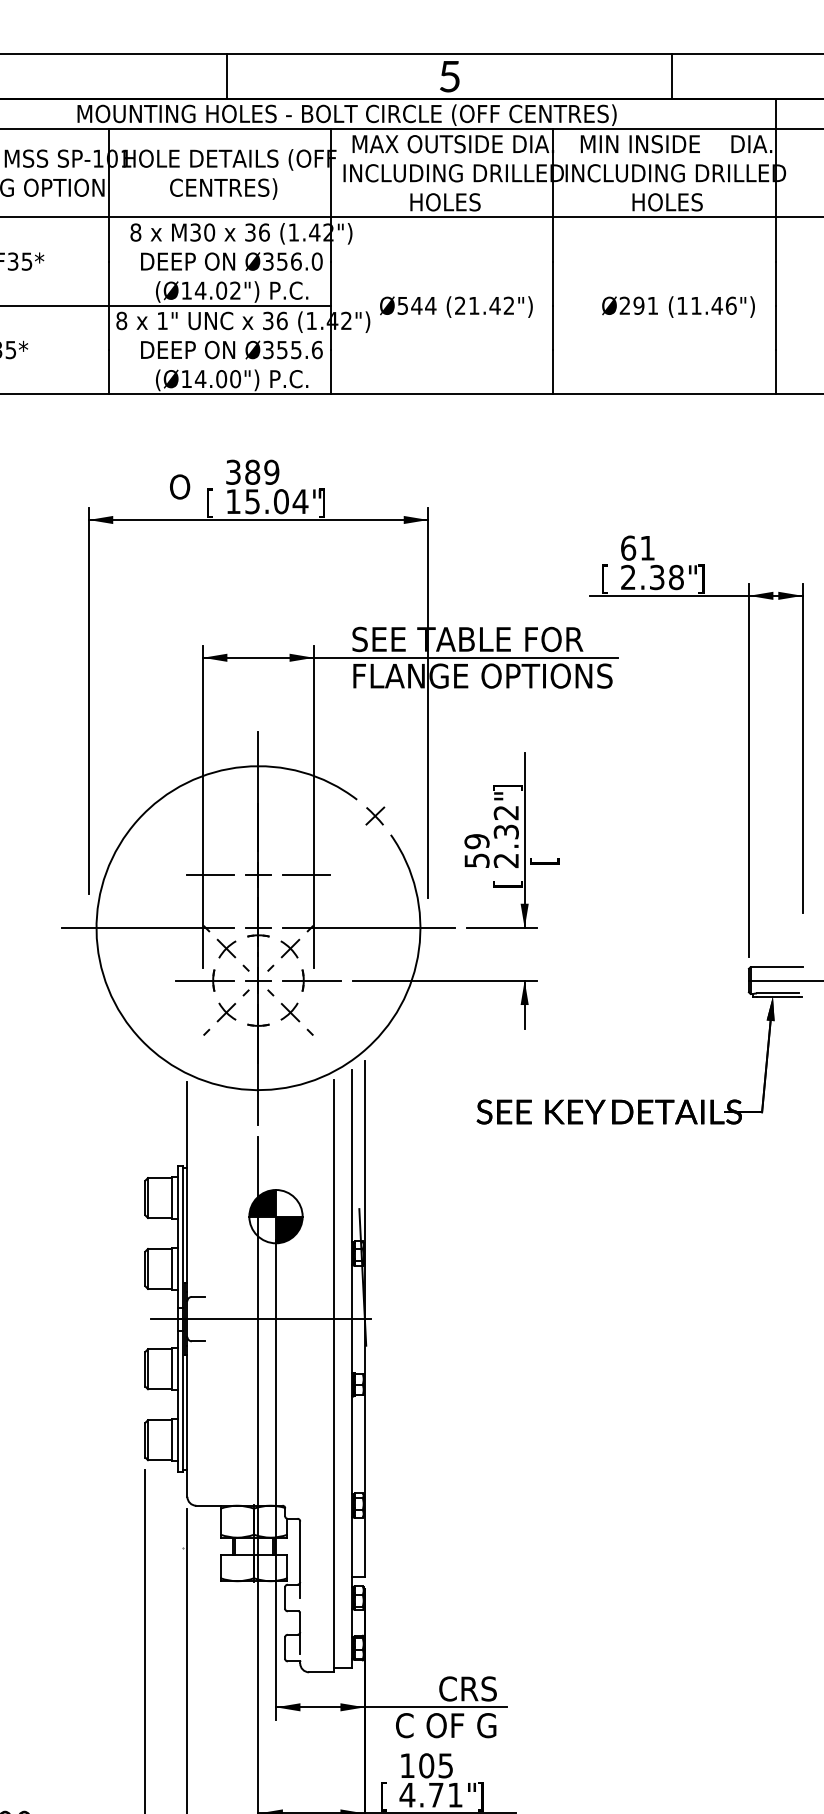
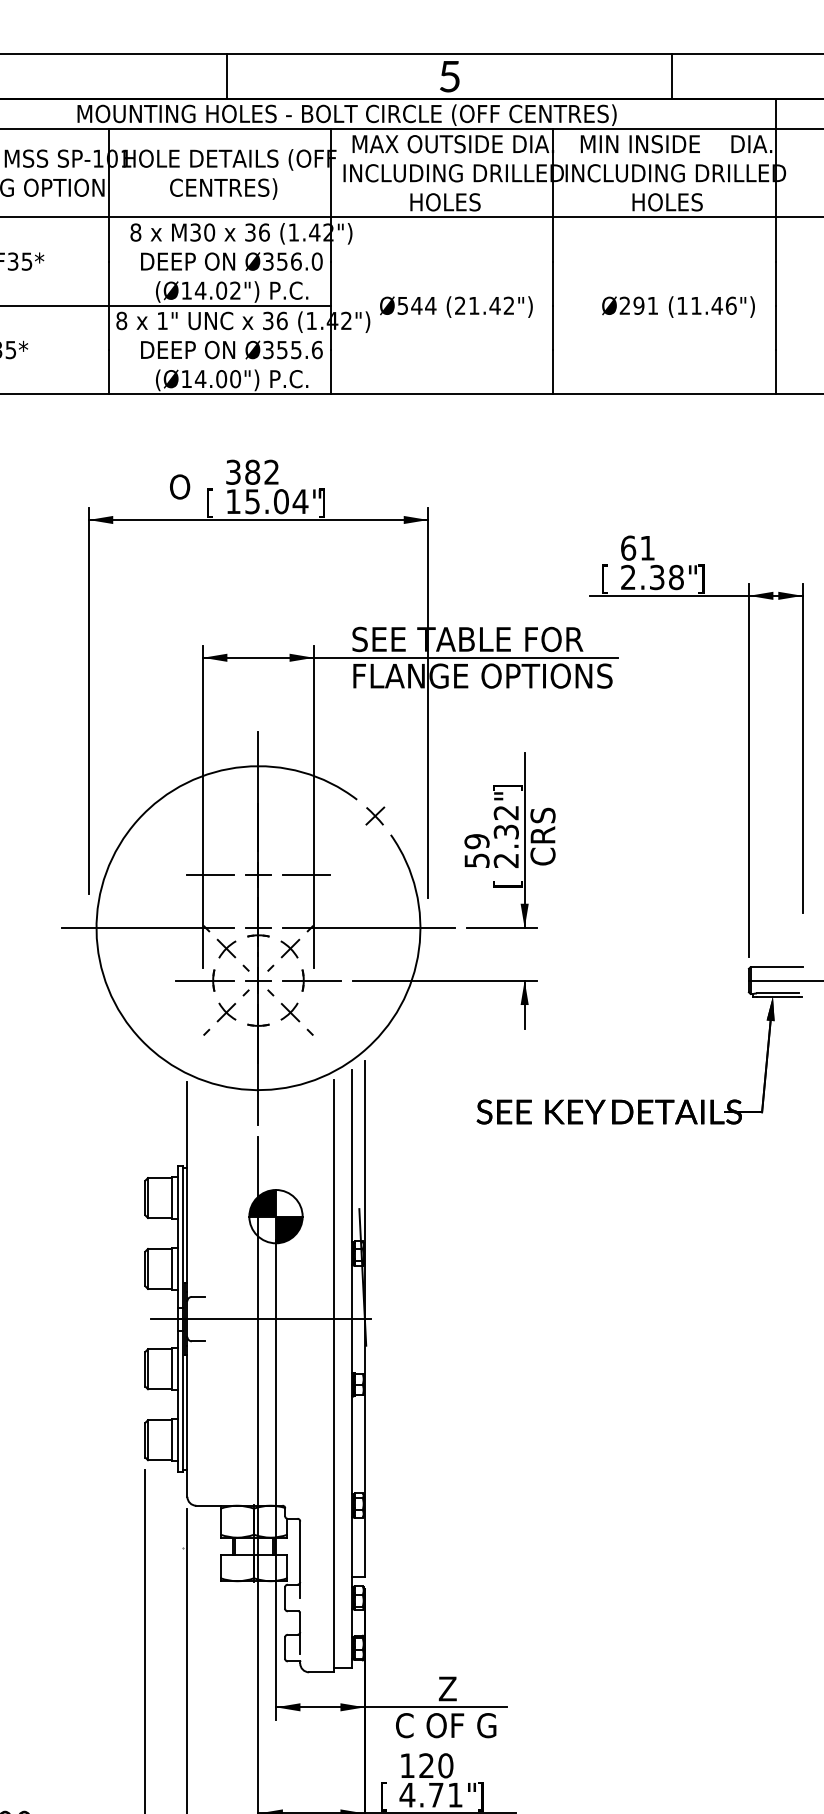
text at (271, 471): 389 -> 382
text at (544, 836): [ -> CRS
text at (467, 1688): CRS -> Z
text at (436, 1765): 105 -> 120
